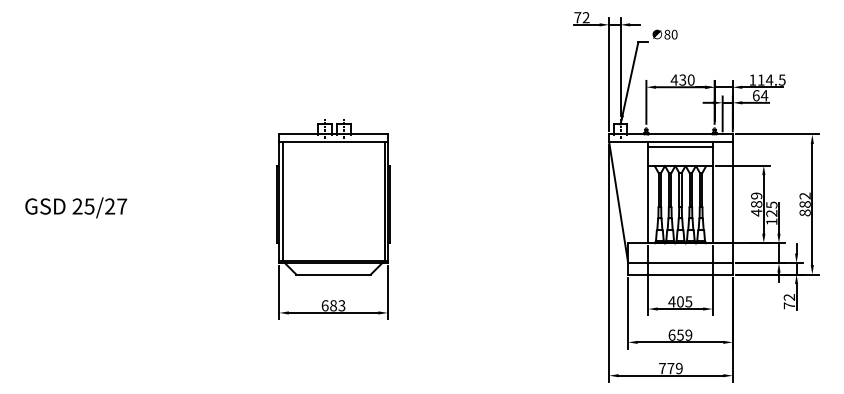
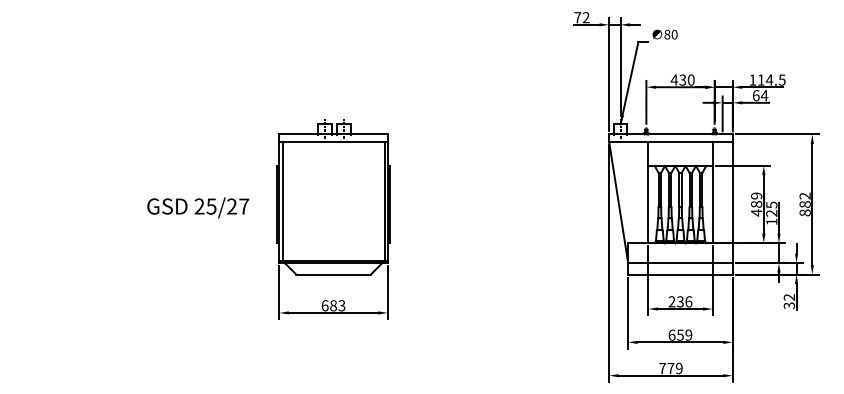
line at (680, 146): present -> none
text at (76, 207) position: (76, 207) -> (198, 207)
text at (680, 301): 405 -> 236
text at (789, 305): 72 -> 32
